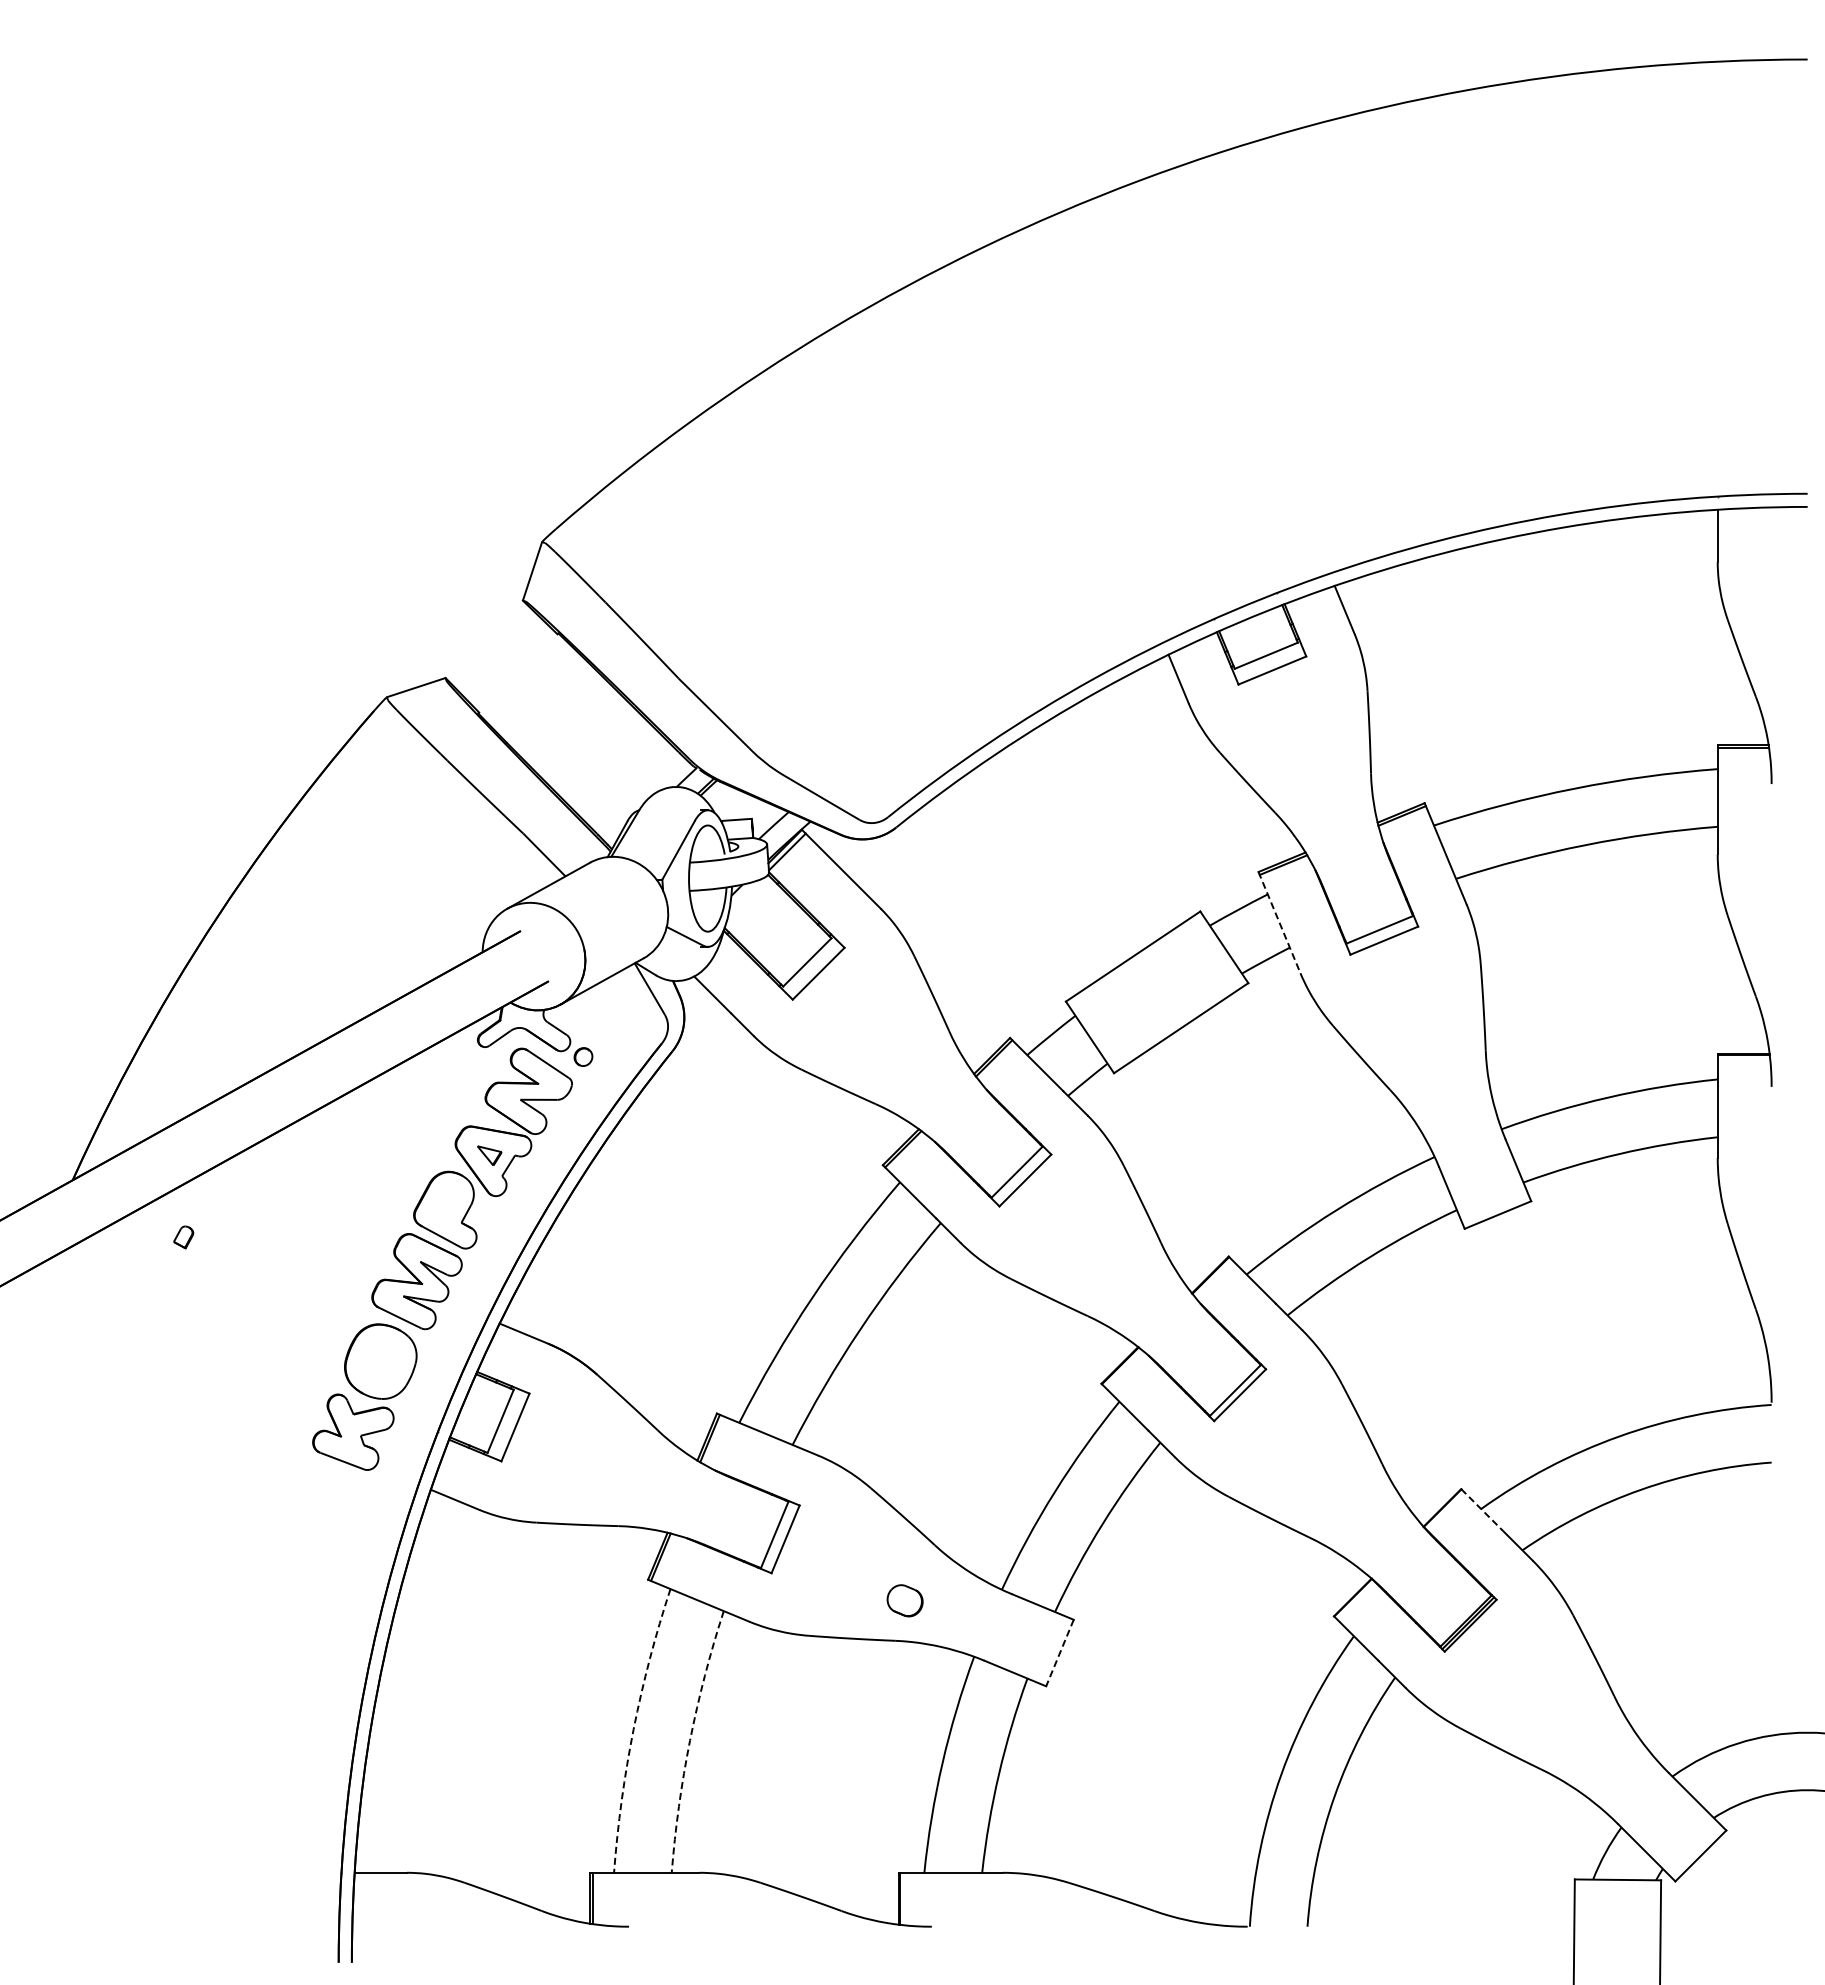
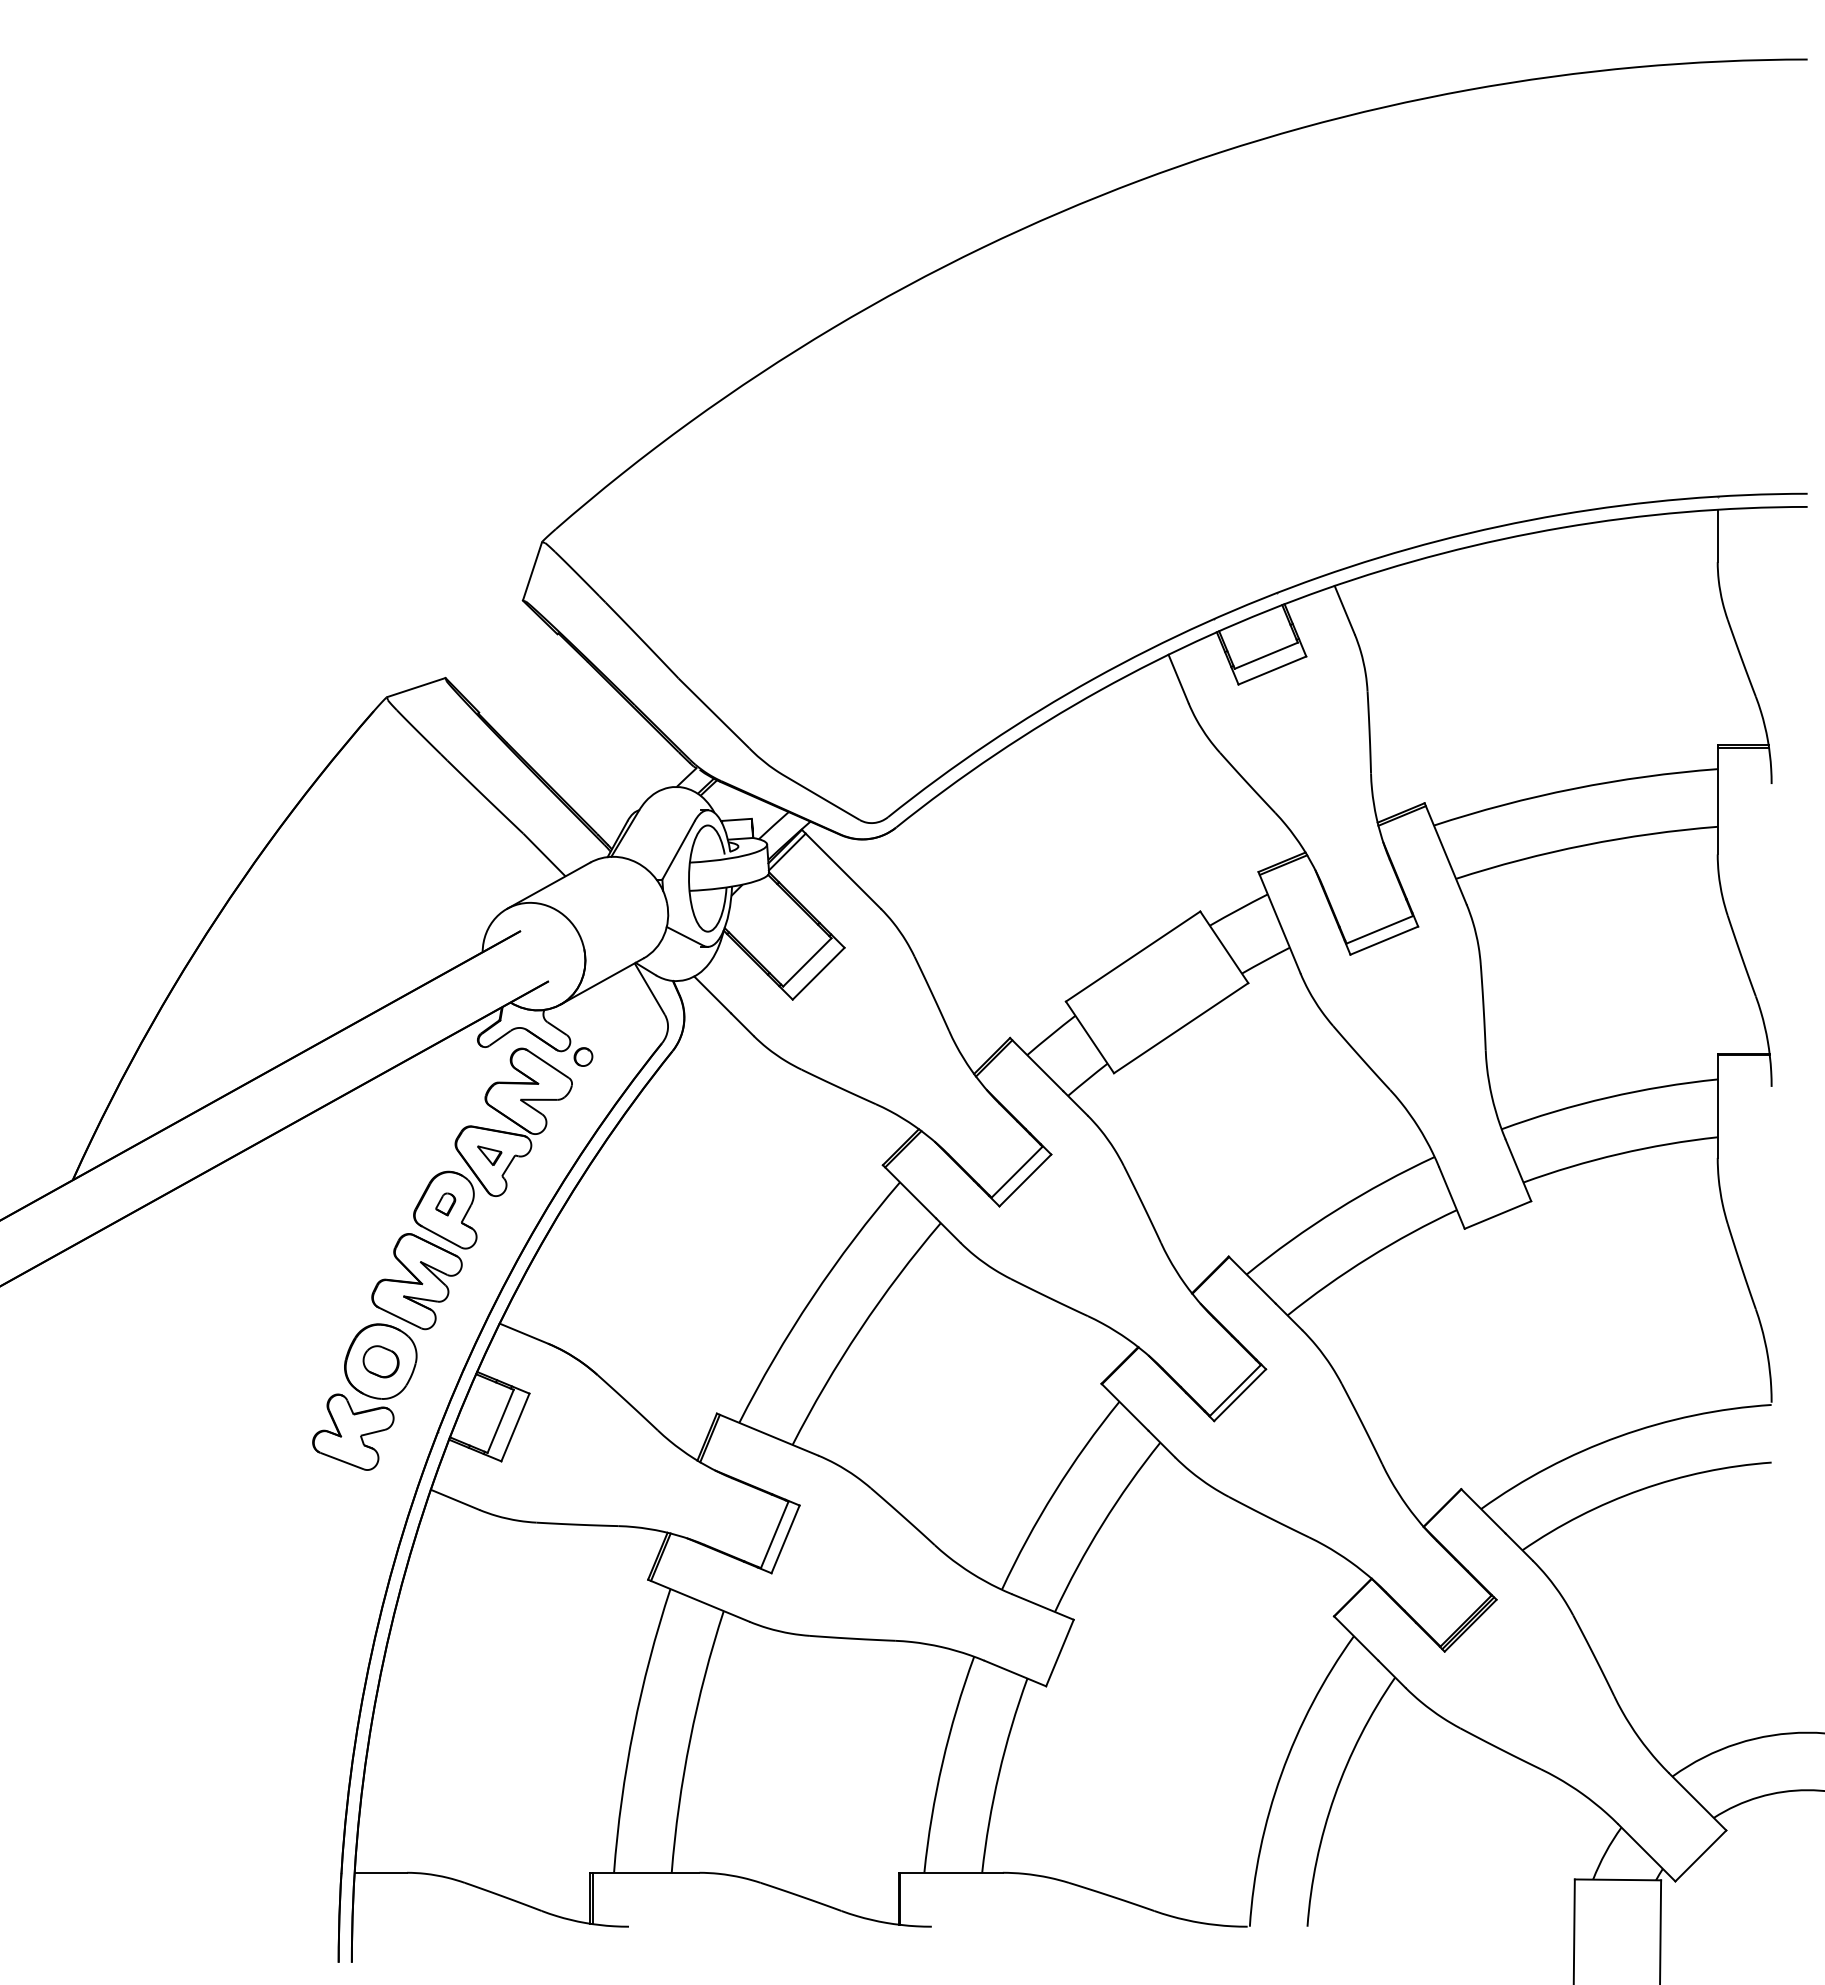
line at (1279, 922): dashed -> solid
part at (183, 1237) position: (183, 1237) -> (445, 1204)
line at (1483, 1511): dashed -> solid
part at (904, 1600) position: (904, 1600) -> (380, 1361)
line at (1059, 1653): dashed -> solid
arc at (633, 1729): dashed -> solid
arc at (690, 1740): dashed -> solid
